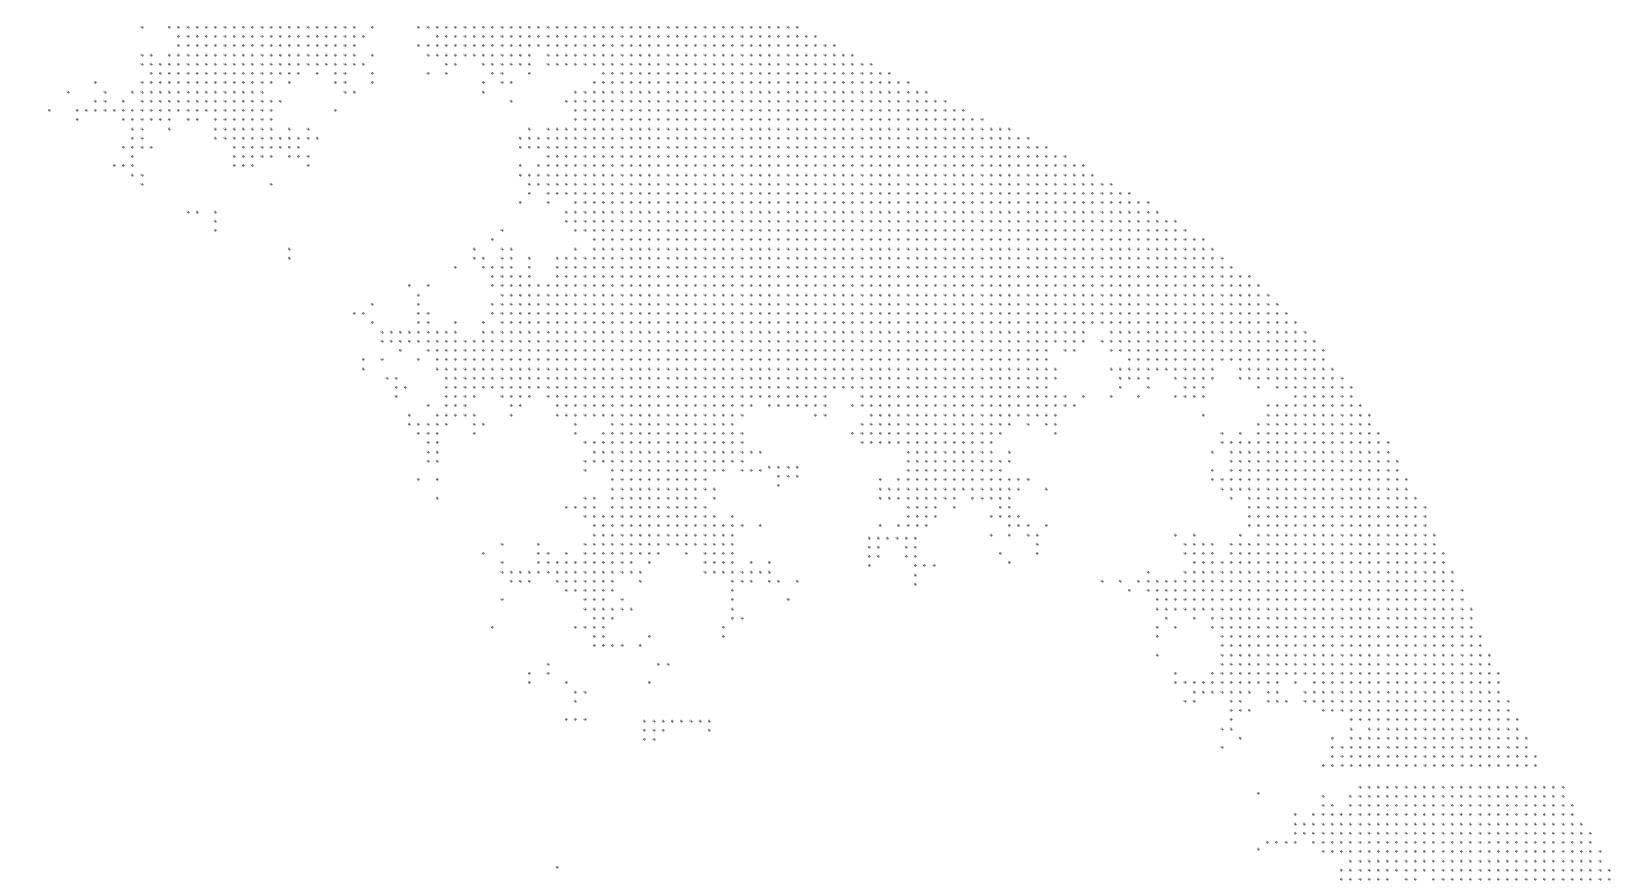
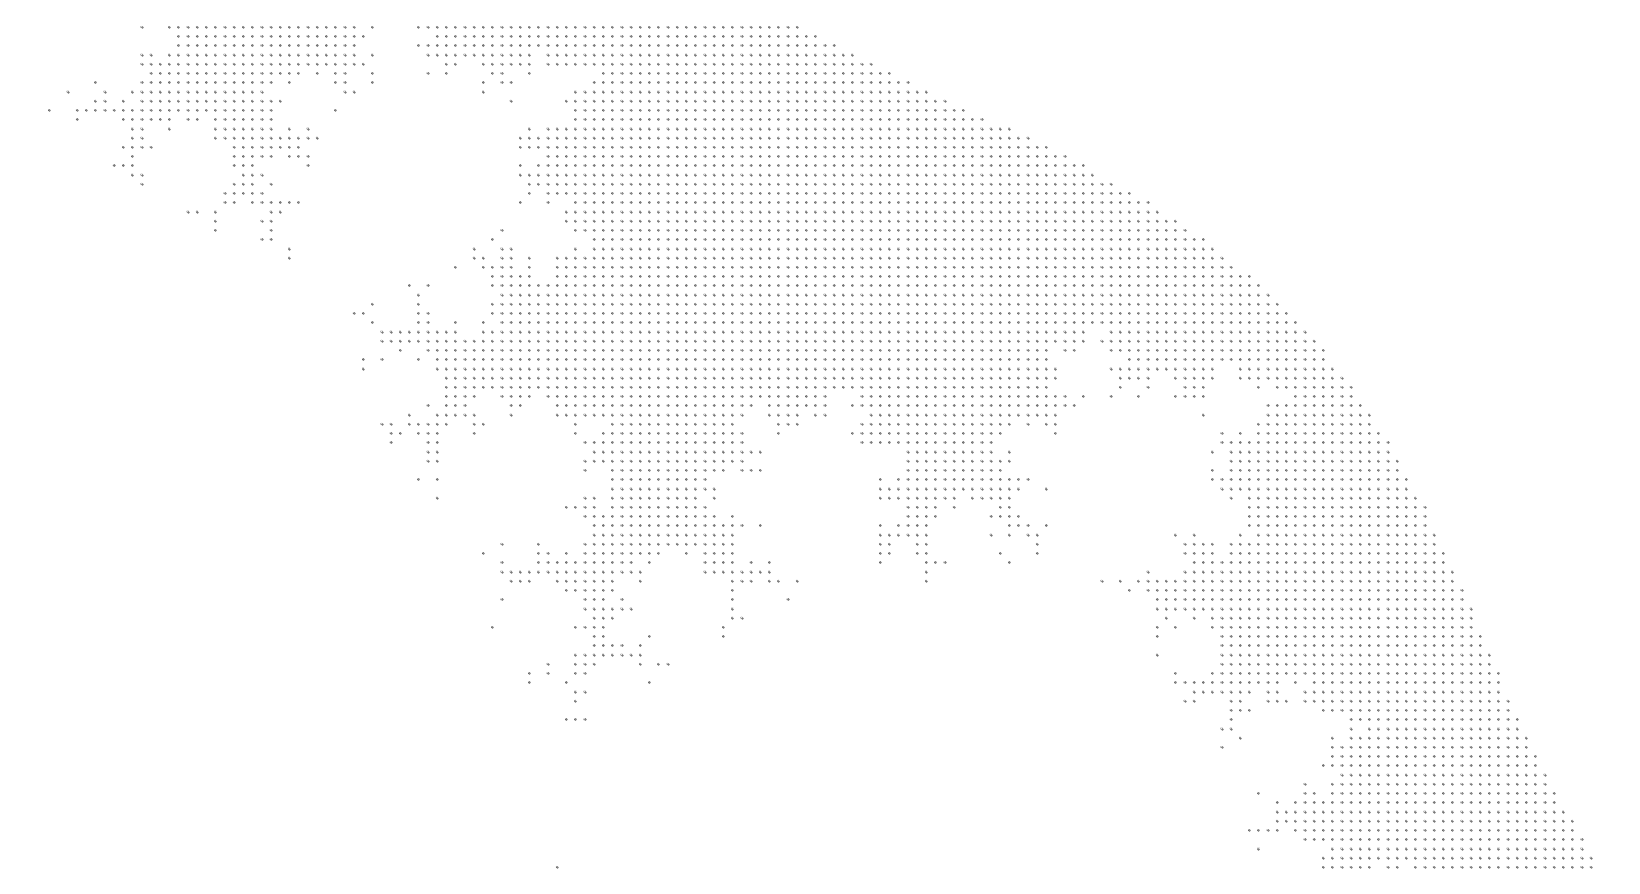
part at (261, 207): none -> present
part at (395, 387) position: (395, 387) -> (390, 433)
part at (783, 476) position: (783, 476) -> (783, 424)
part at (901, 560) position: (901, 560) -> (912, 557)
part at (672, 722) position: (672, 722) -> (603, 656)
part at (1438, 833) position: (1438, 833) -> (1420, 821)
